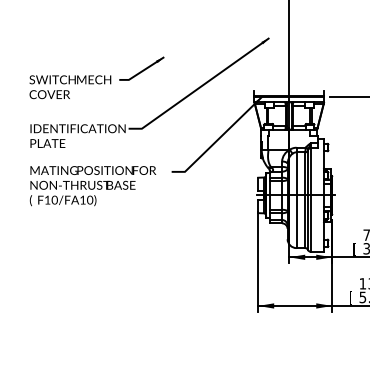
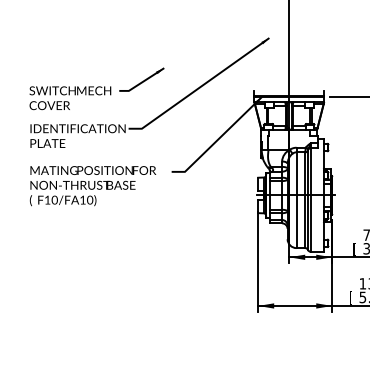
part at (96, 77) position: (96, 77) -> (96, 88)
